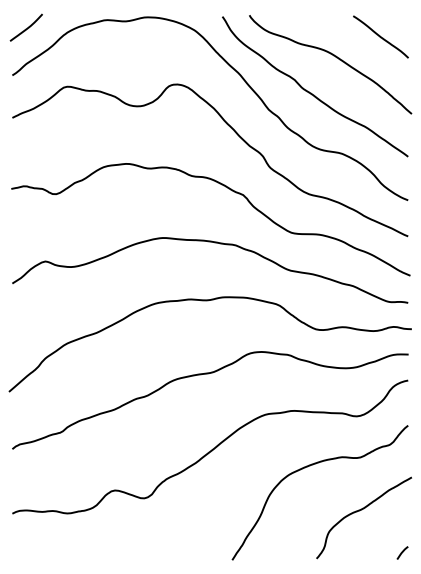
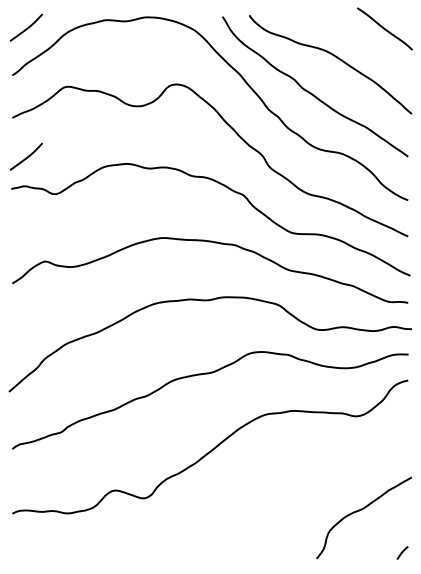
line at (380, 36) position: (380, 36) -> (384, 28)
curve at (25, 157): none -> present
curve at (310, 466): present -> none
